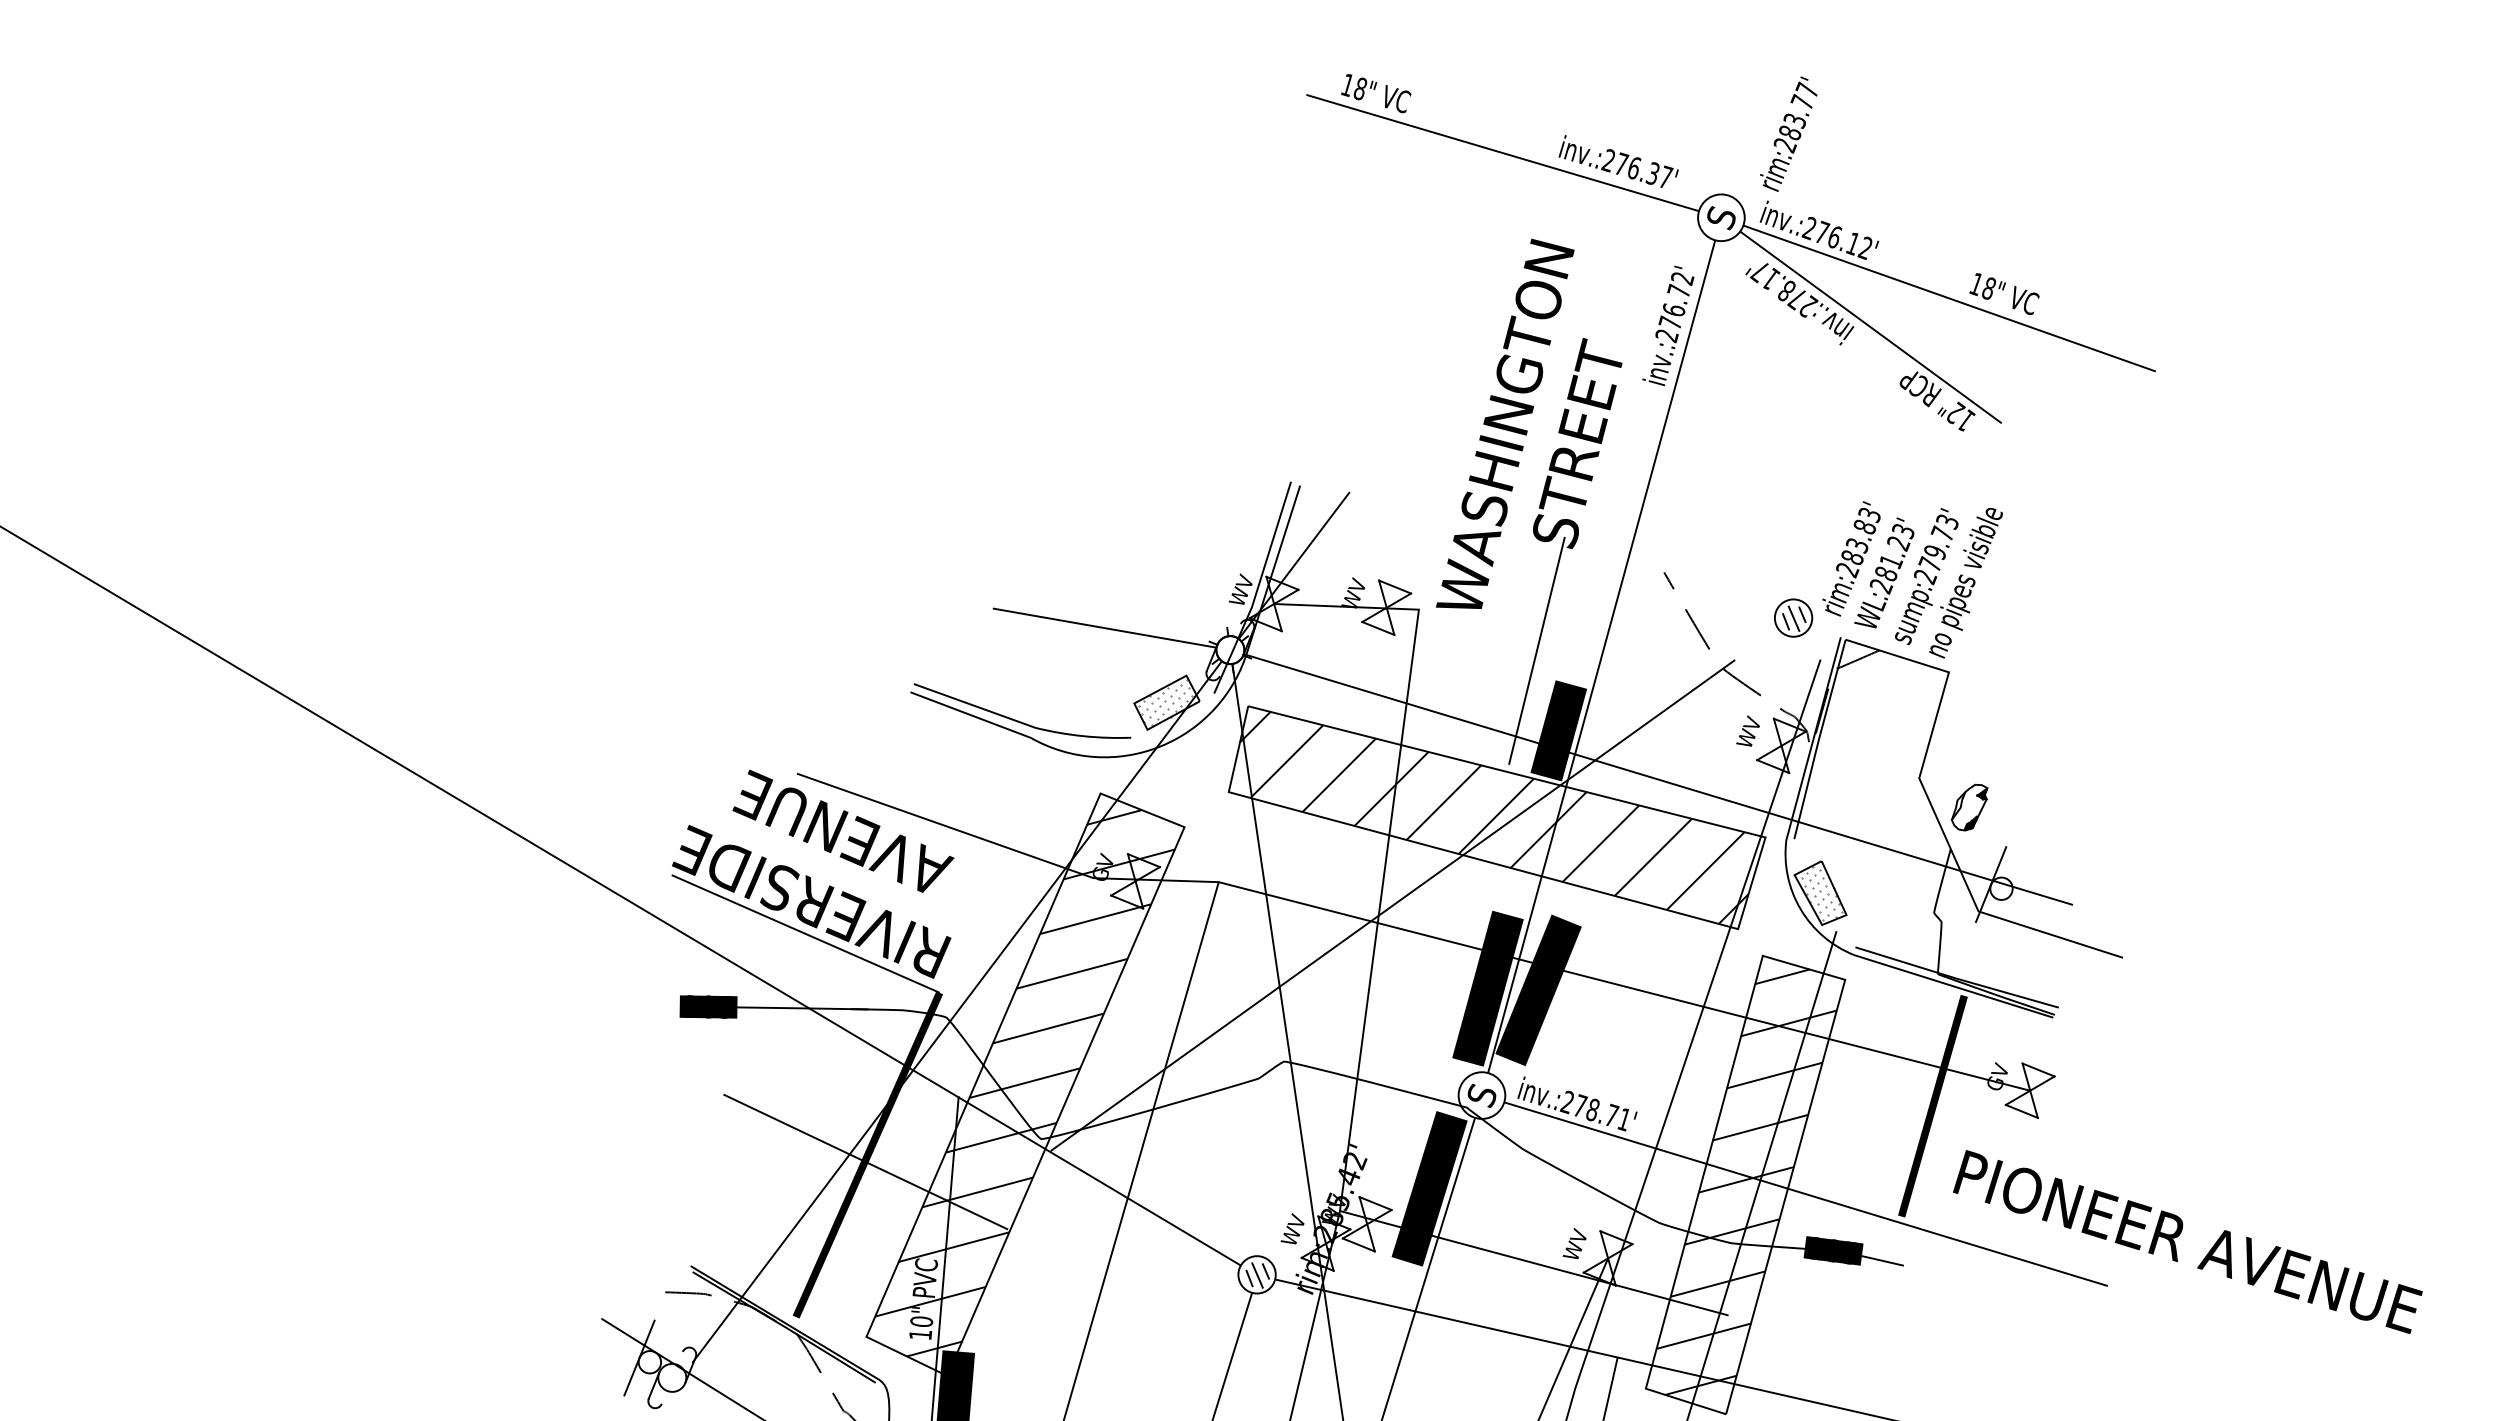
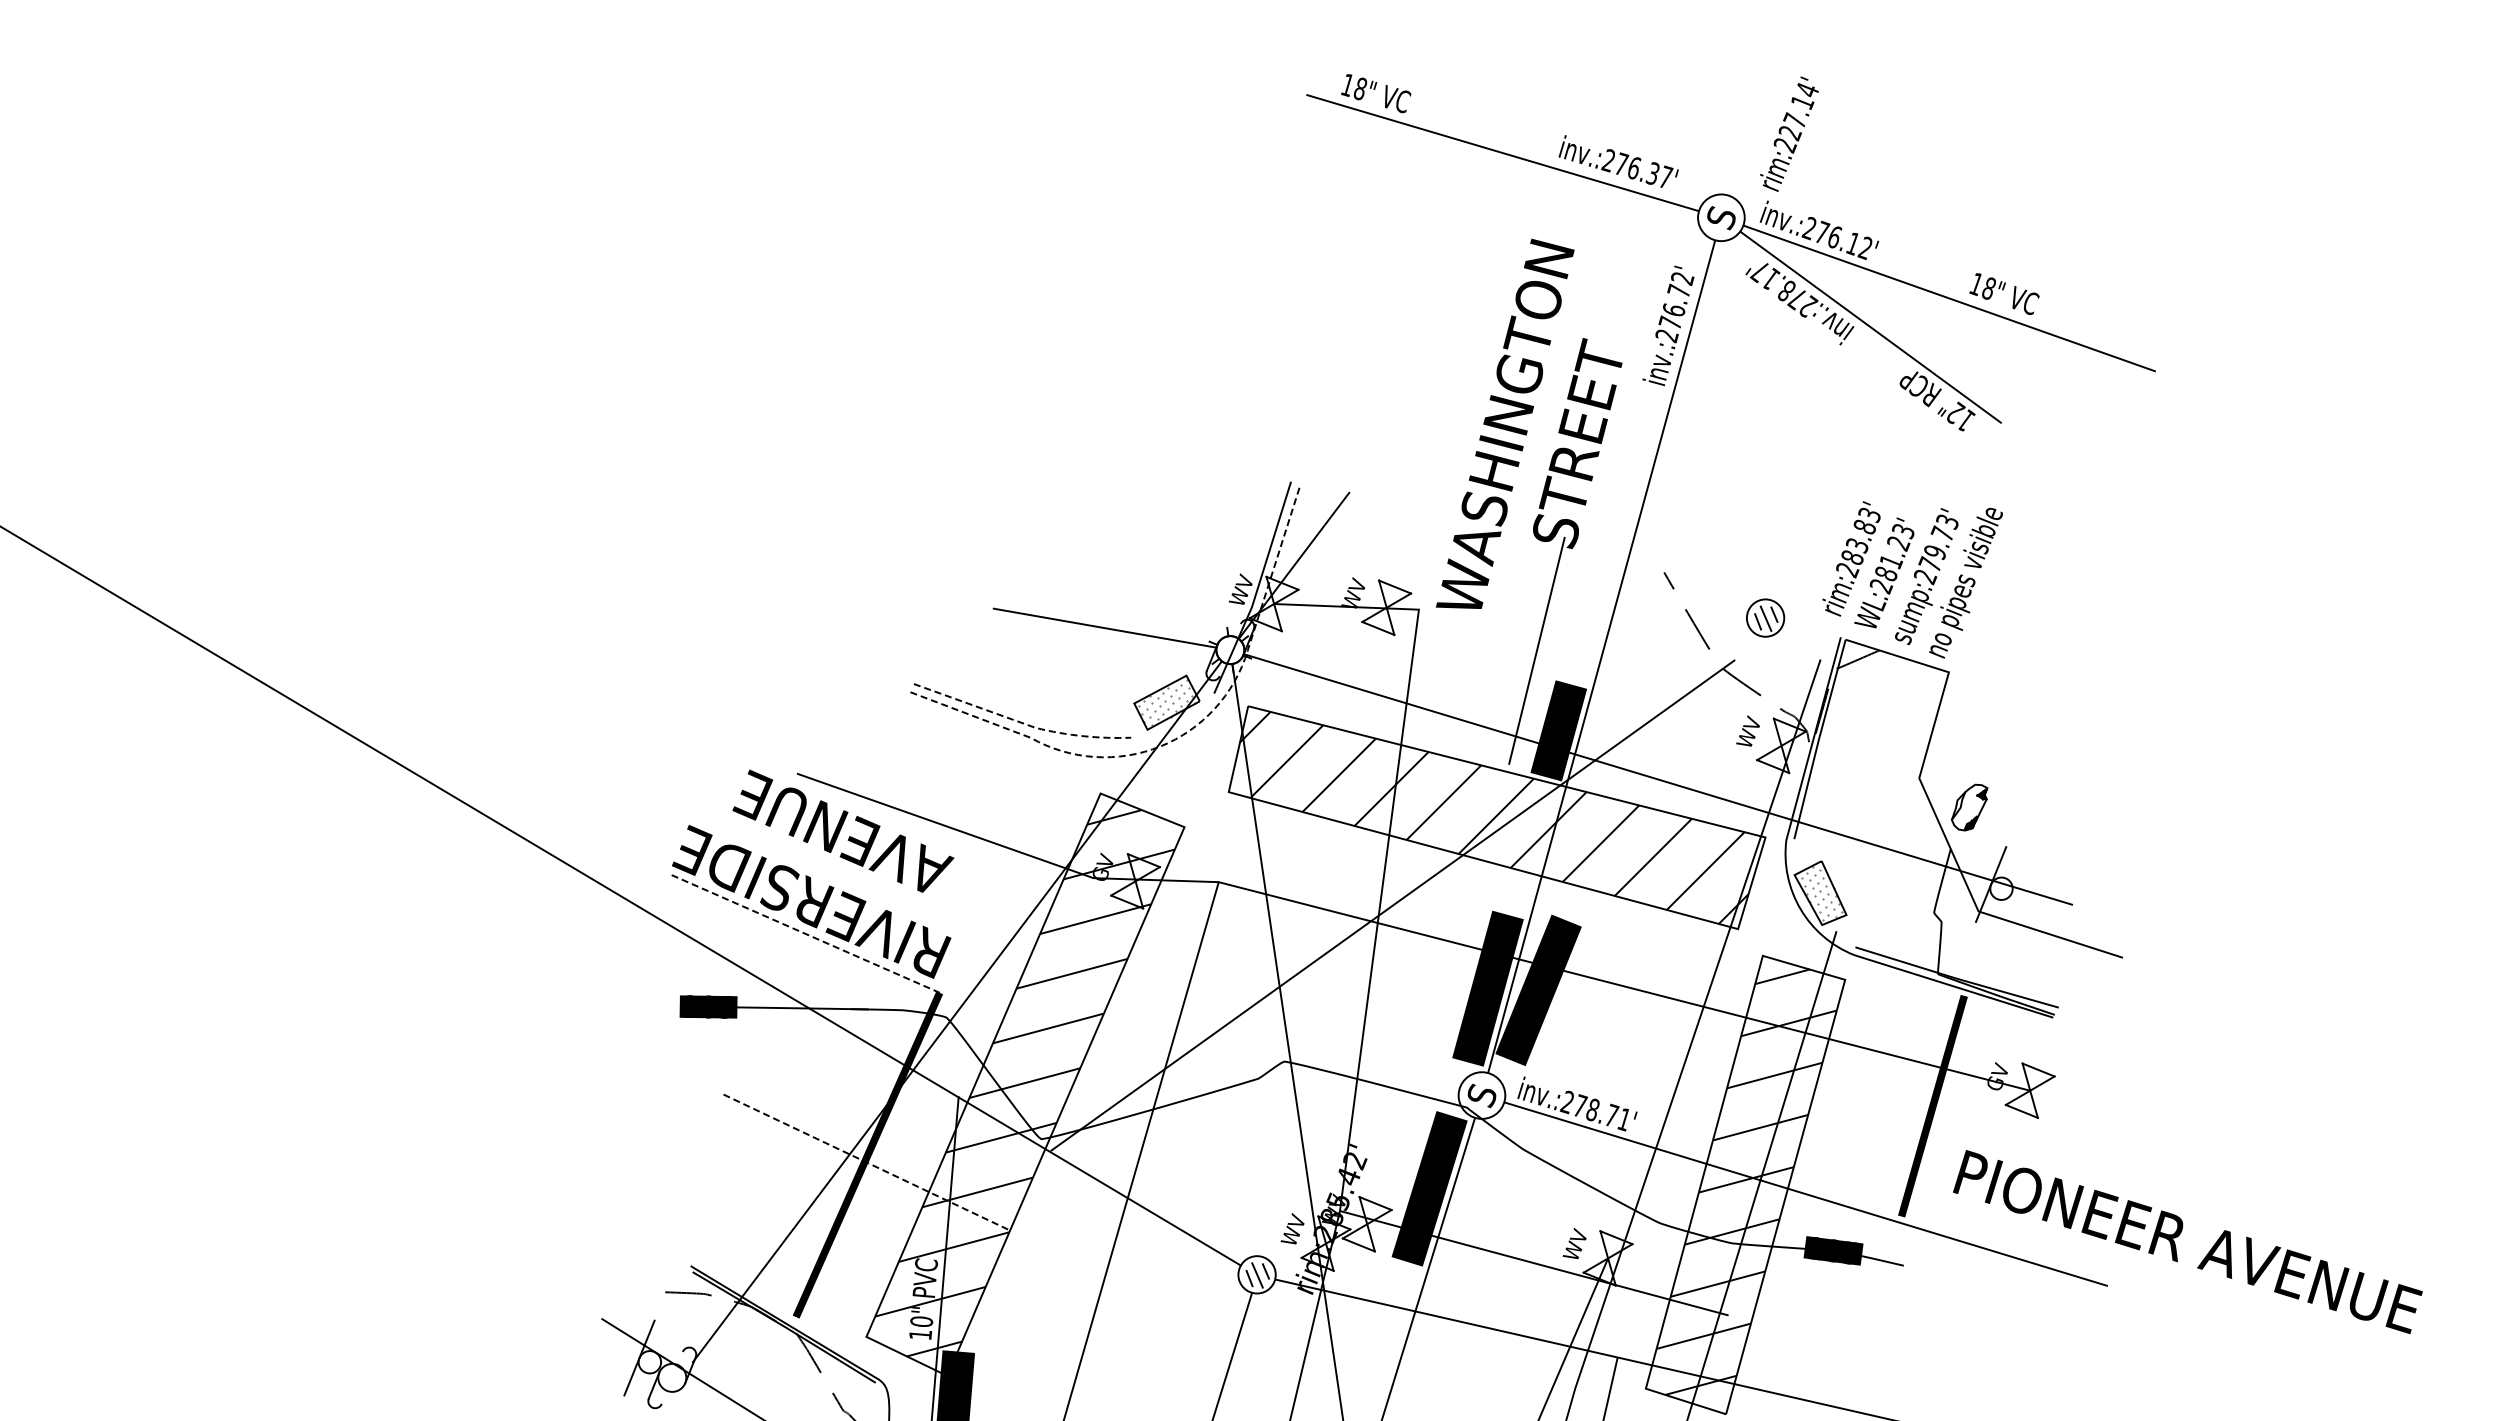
text at (1798, 111): rim:283.77' -> rim:227.14'
part at (1793, 617) position: (1793, 617) -> (1765, 617)
line at (1027, 724): solid -> dashed
line at (1177, 738): solid -> dashed
line at (806, 934): solid -> dashed
line at (865, 1162): solid -> dashed
